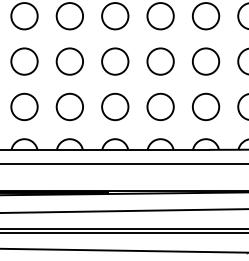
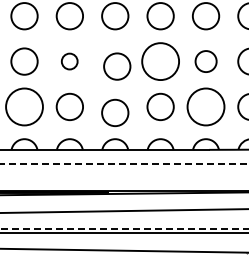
circle at (69, 61) size: 29x29 px -> 18x19 px
circle at (115, 61) position: (115, 61) -> (117, 66)
circle at (160, 61) diameter: 26 px -> 37 px
circle at (206, 61) size: 29x29 px -> 24x23 px
circle at (24, 106) diameter: 26 px -> 37 px
circle at (115, 106) position: (115, 106) -> (115, 112)
circle at (205, 106) diameter: 26 px -> 37 px
line at (124, 163): solid -> dashed
line at (124, 228): solid -> dashed
